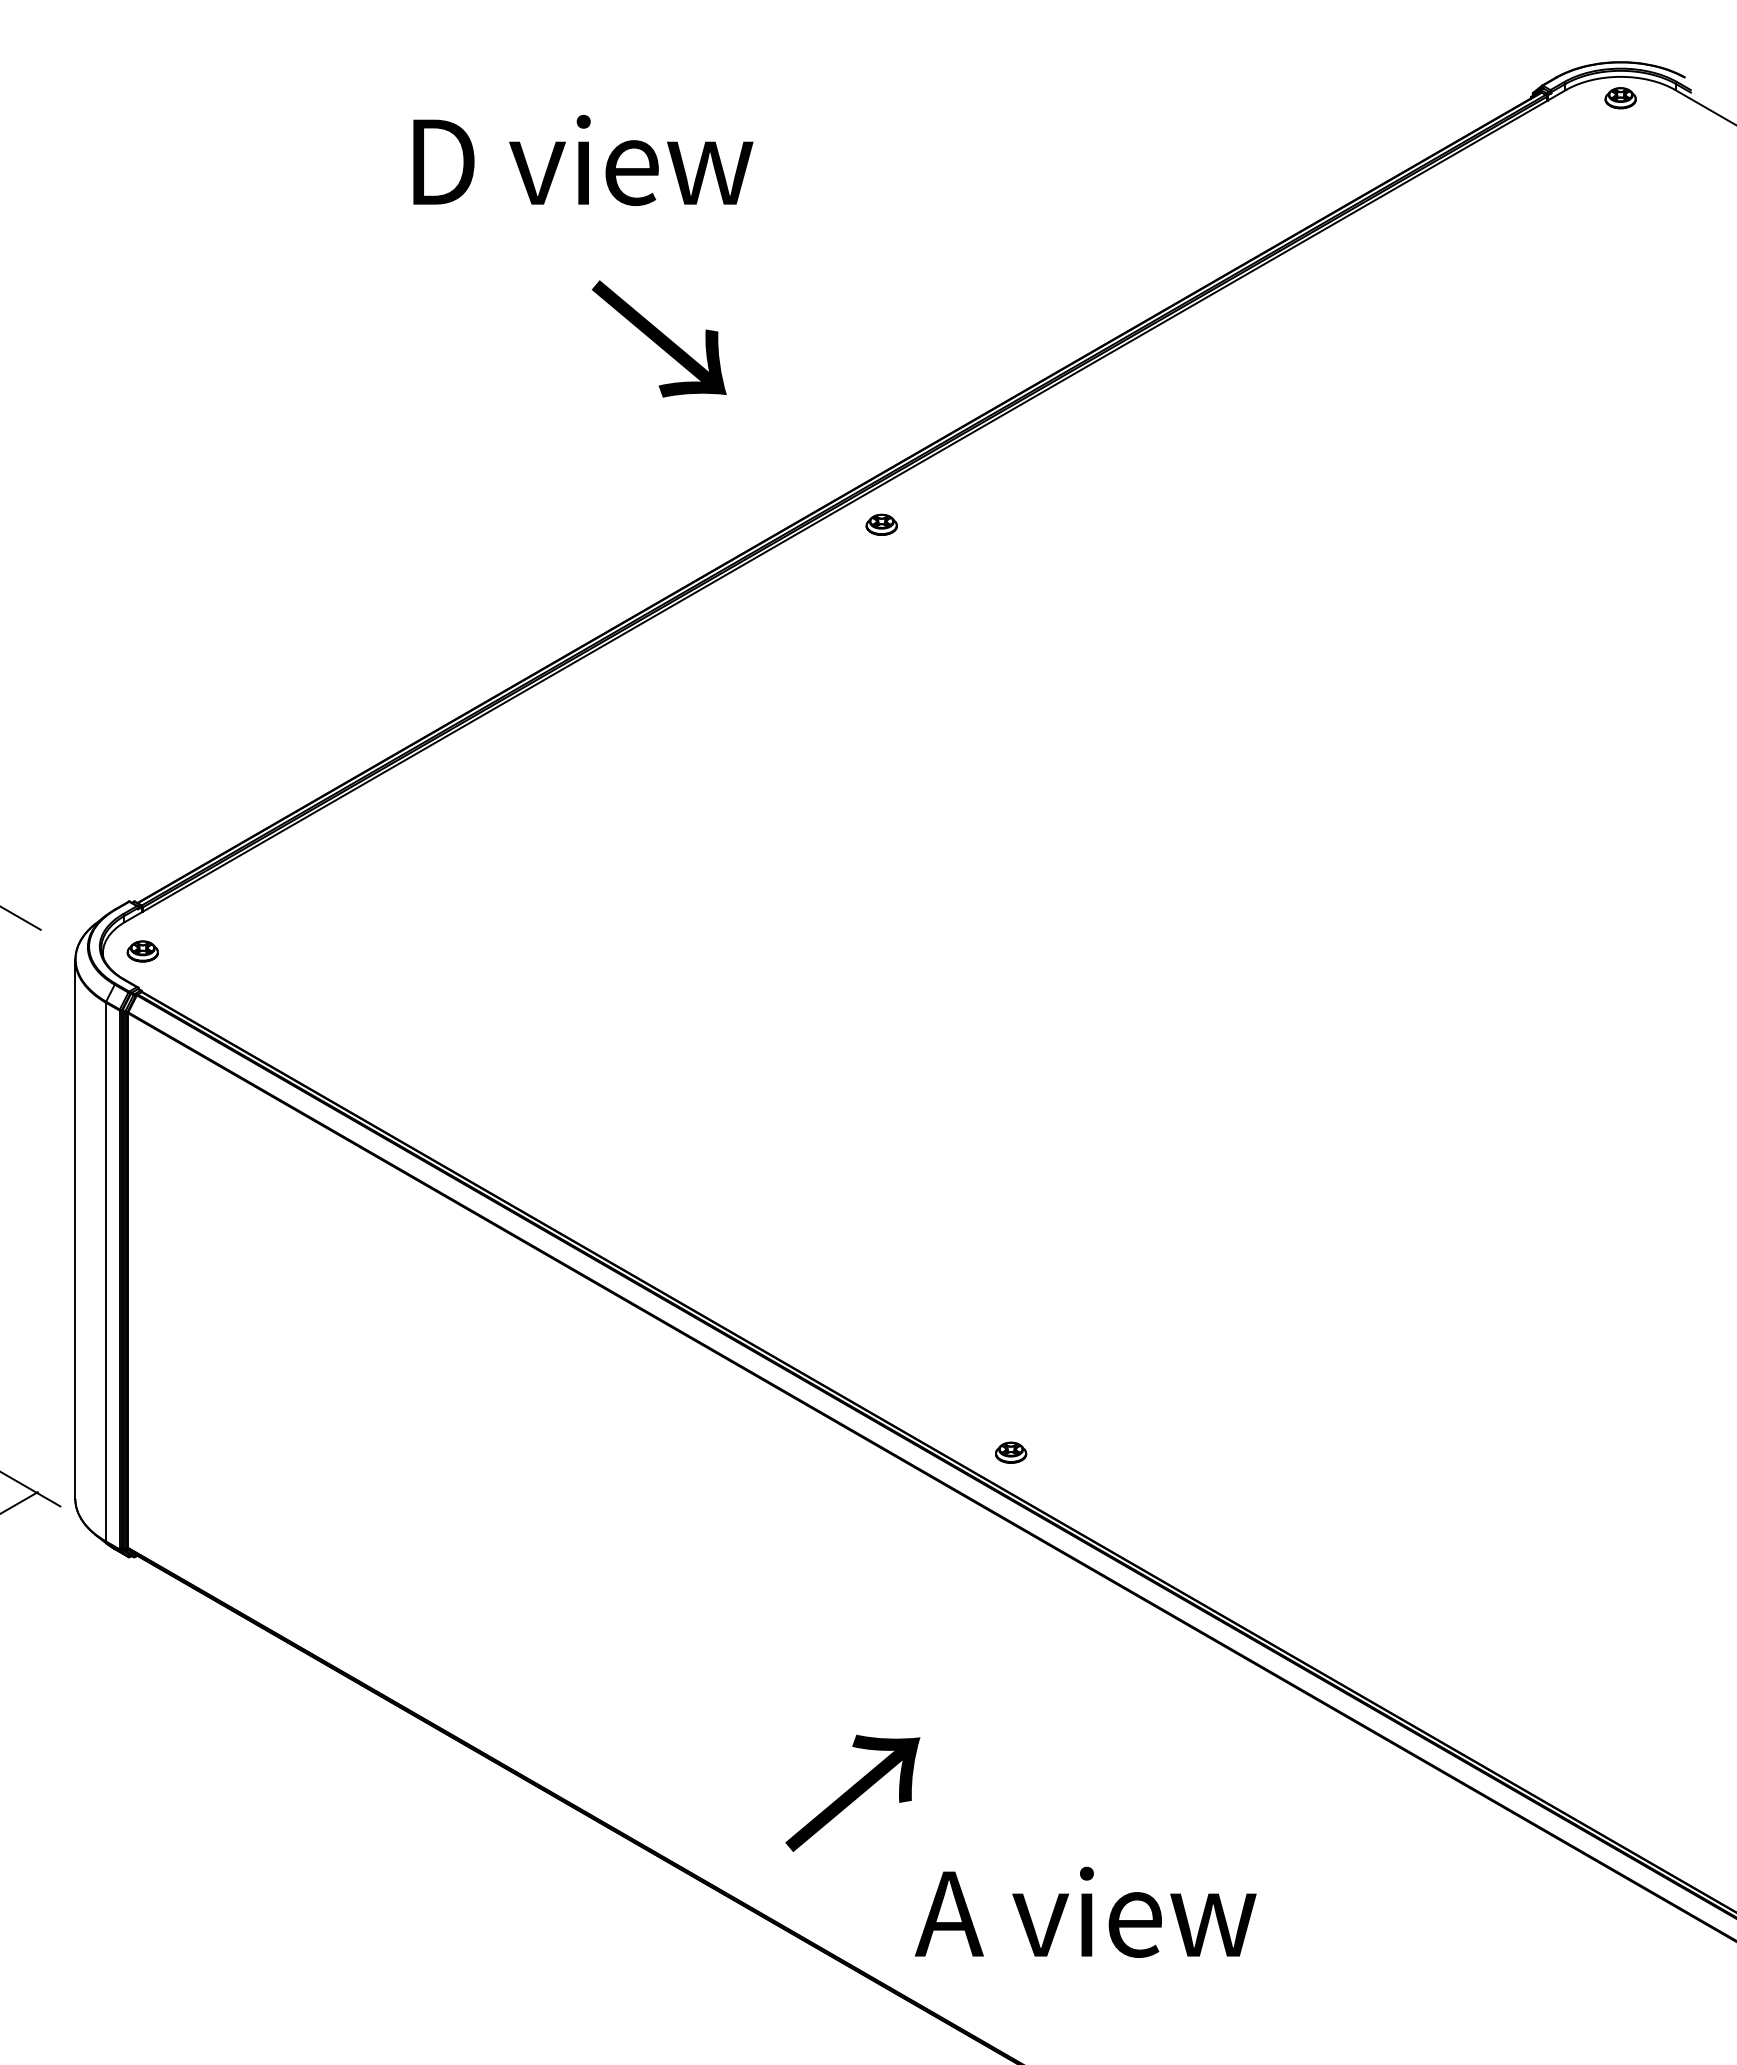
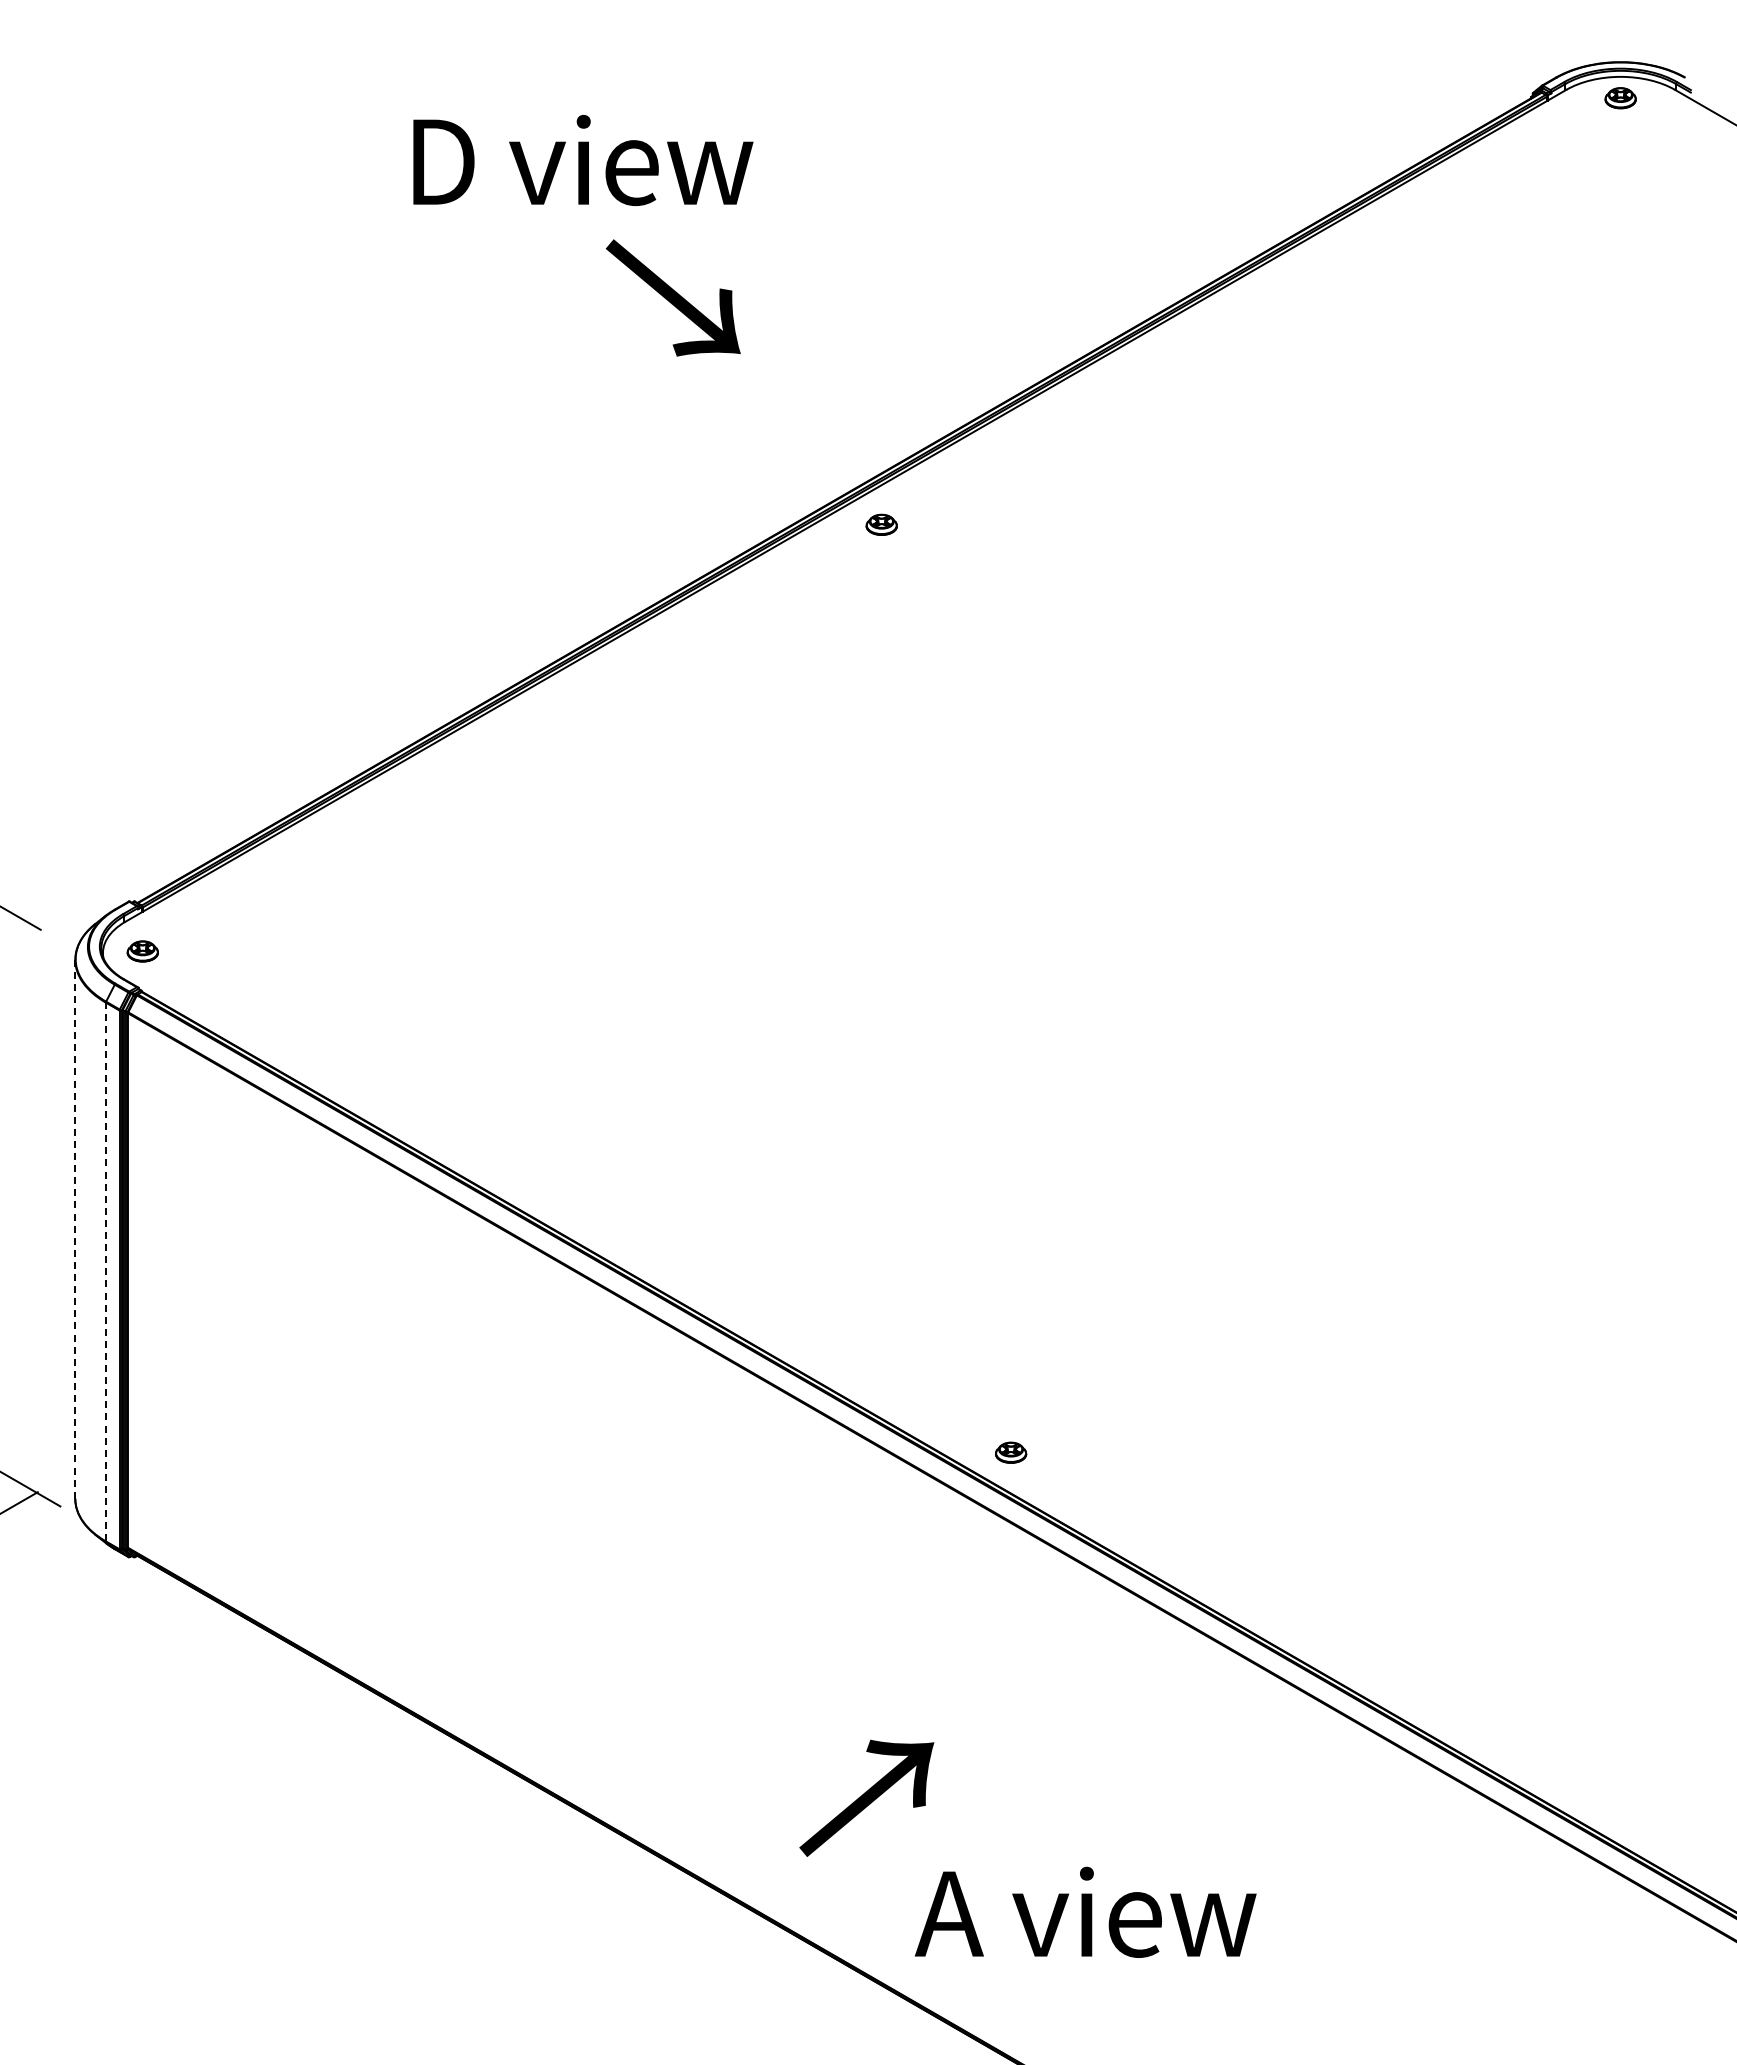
text at (658, 338) position: (658, 338) -> (672, 297)
line at (75, 1228): solid -> dashed
line at (105, 1271): solid -> dashed
text at (852, 1792) position: (852, 1792) -> (866, 1797)
